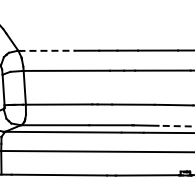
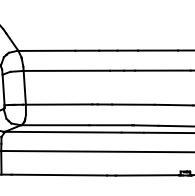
line at (47, 50): dashed -> solid
line at (176, 126): dashed -> solid
